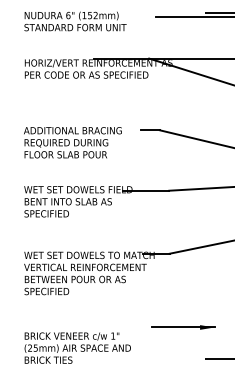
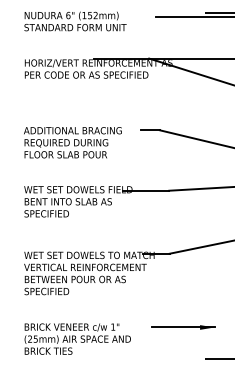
text at (77, 347) position: (77, 347) -> (77, 338)
